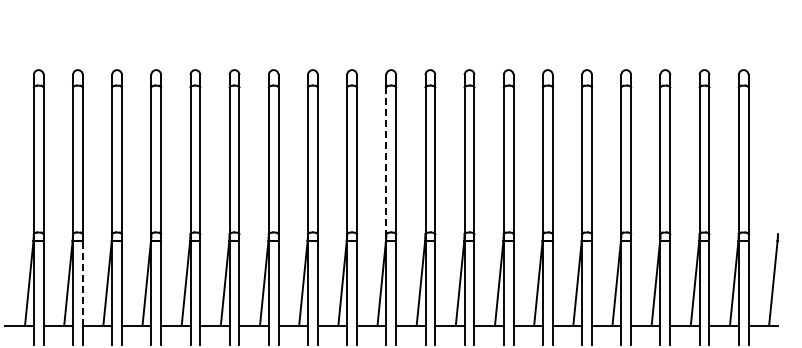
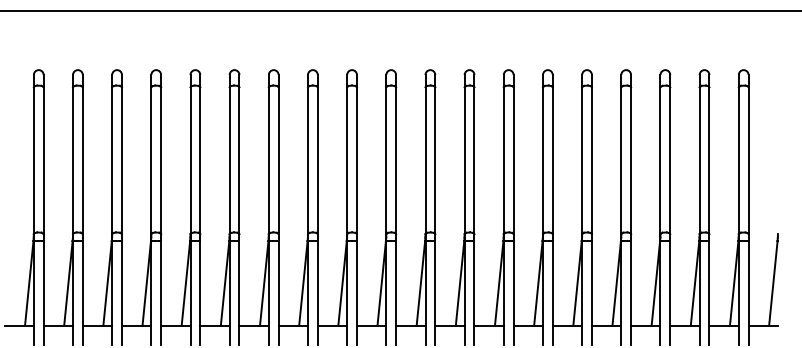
line at (400, 10): none -> present
line at (386, 161): dashed -> solid
line at (82, 283): dashed -> solid
